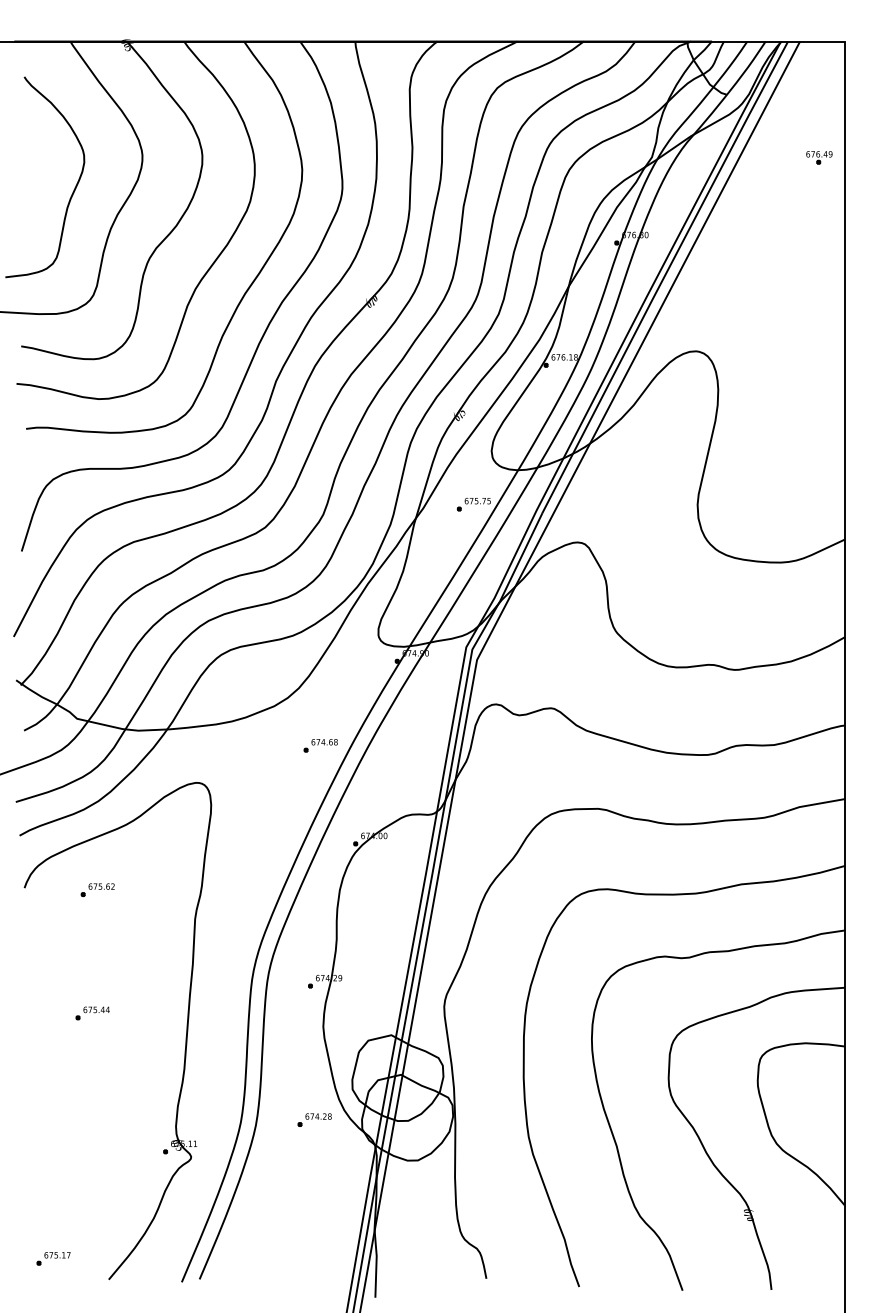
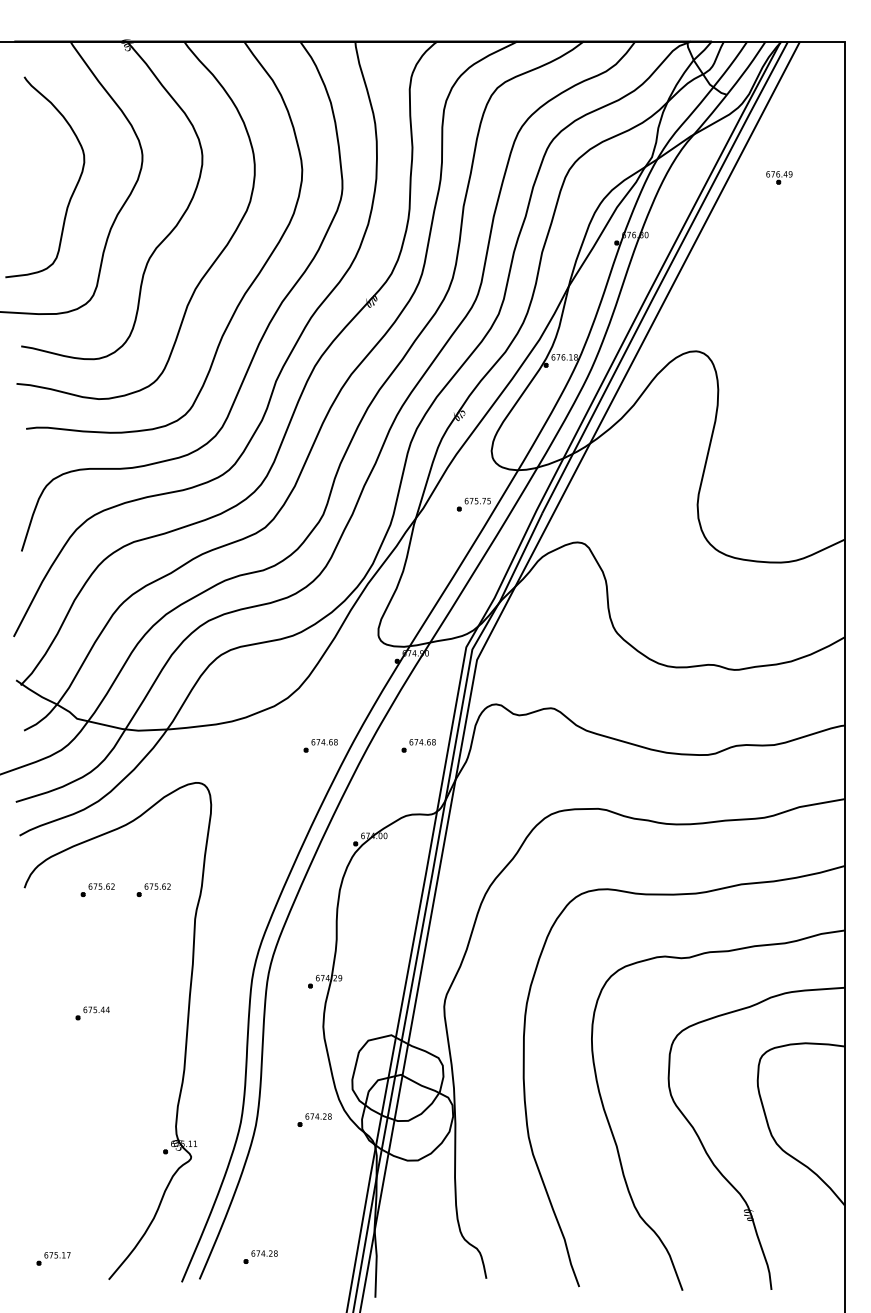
part at (819, 157) position: (819, 157) -> (779, 177)
part at (418, 745): none -> present
part at (153, 890): none -> present
part at (260, 1256): none -> present
